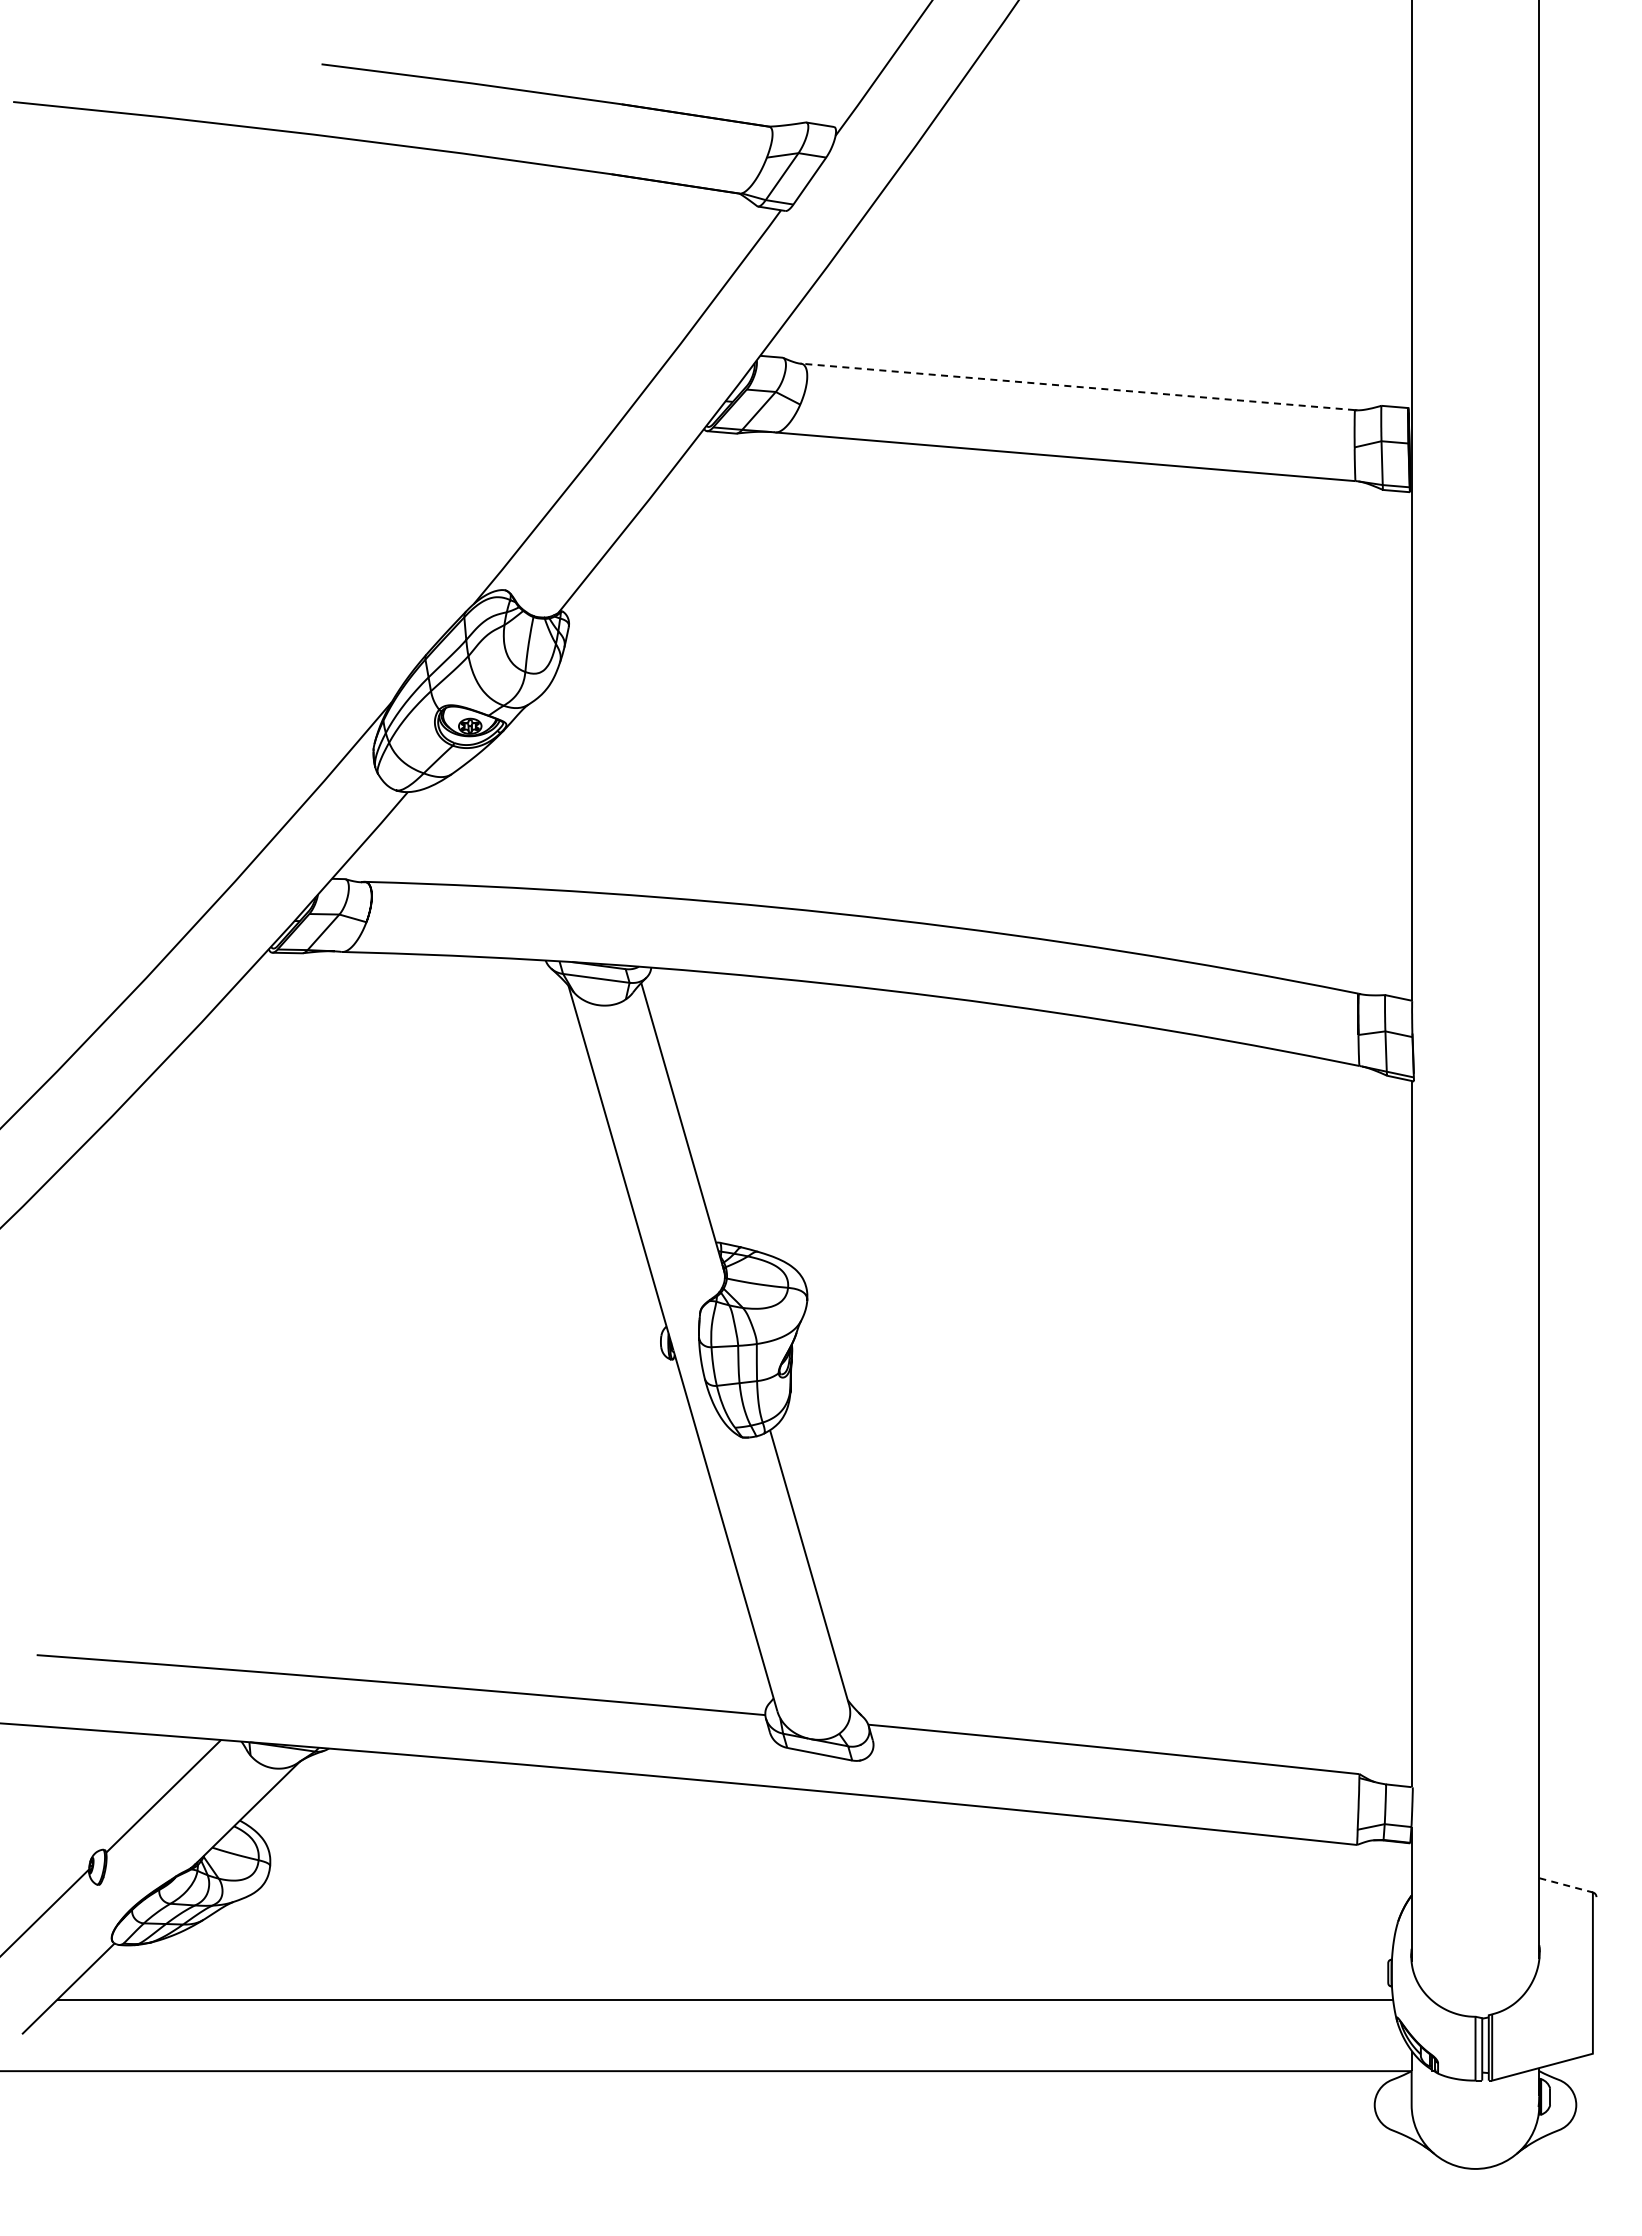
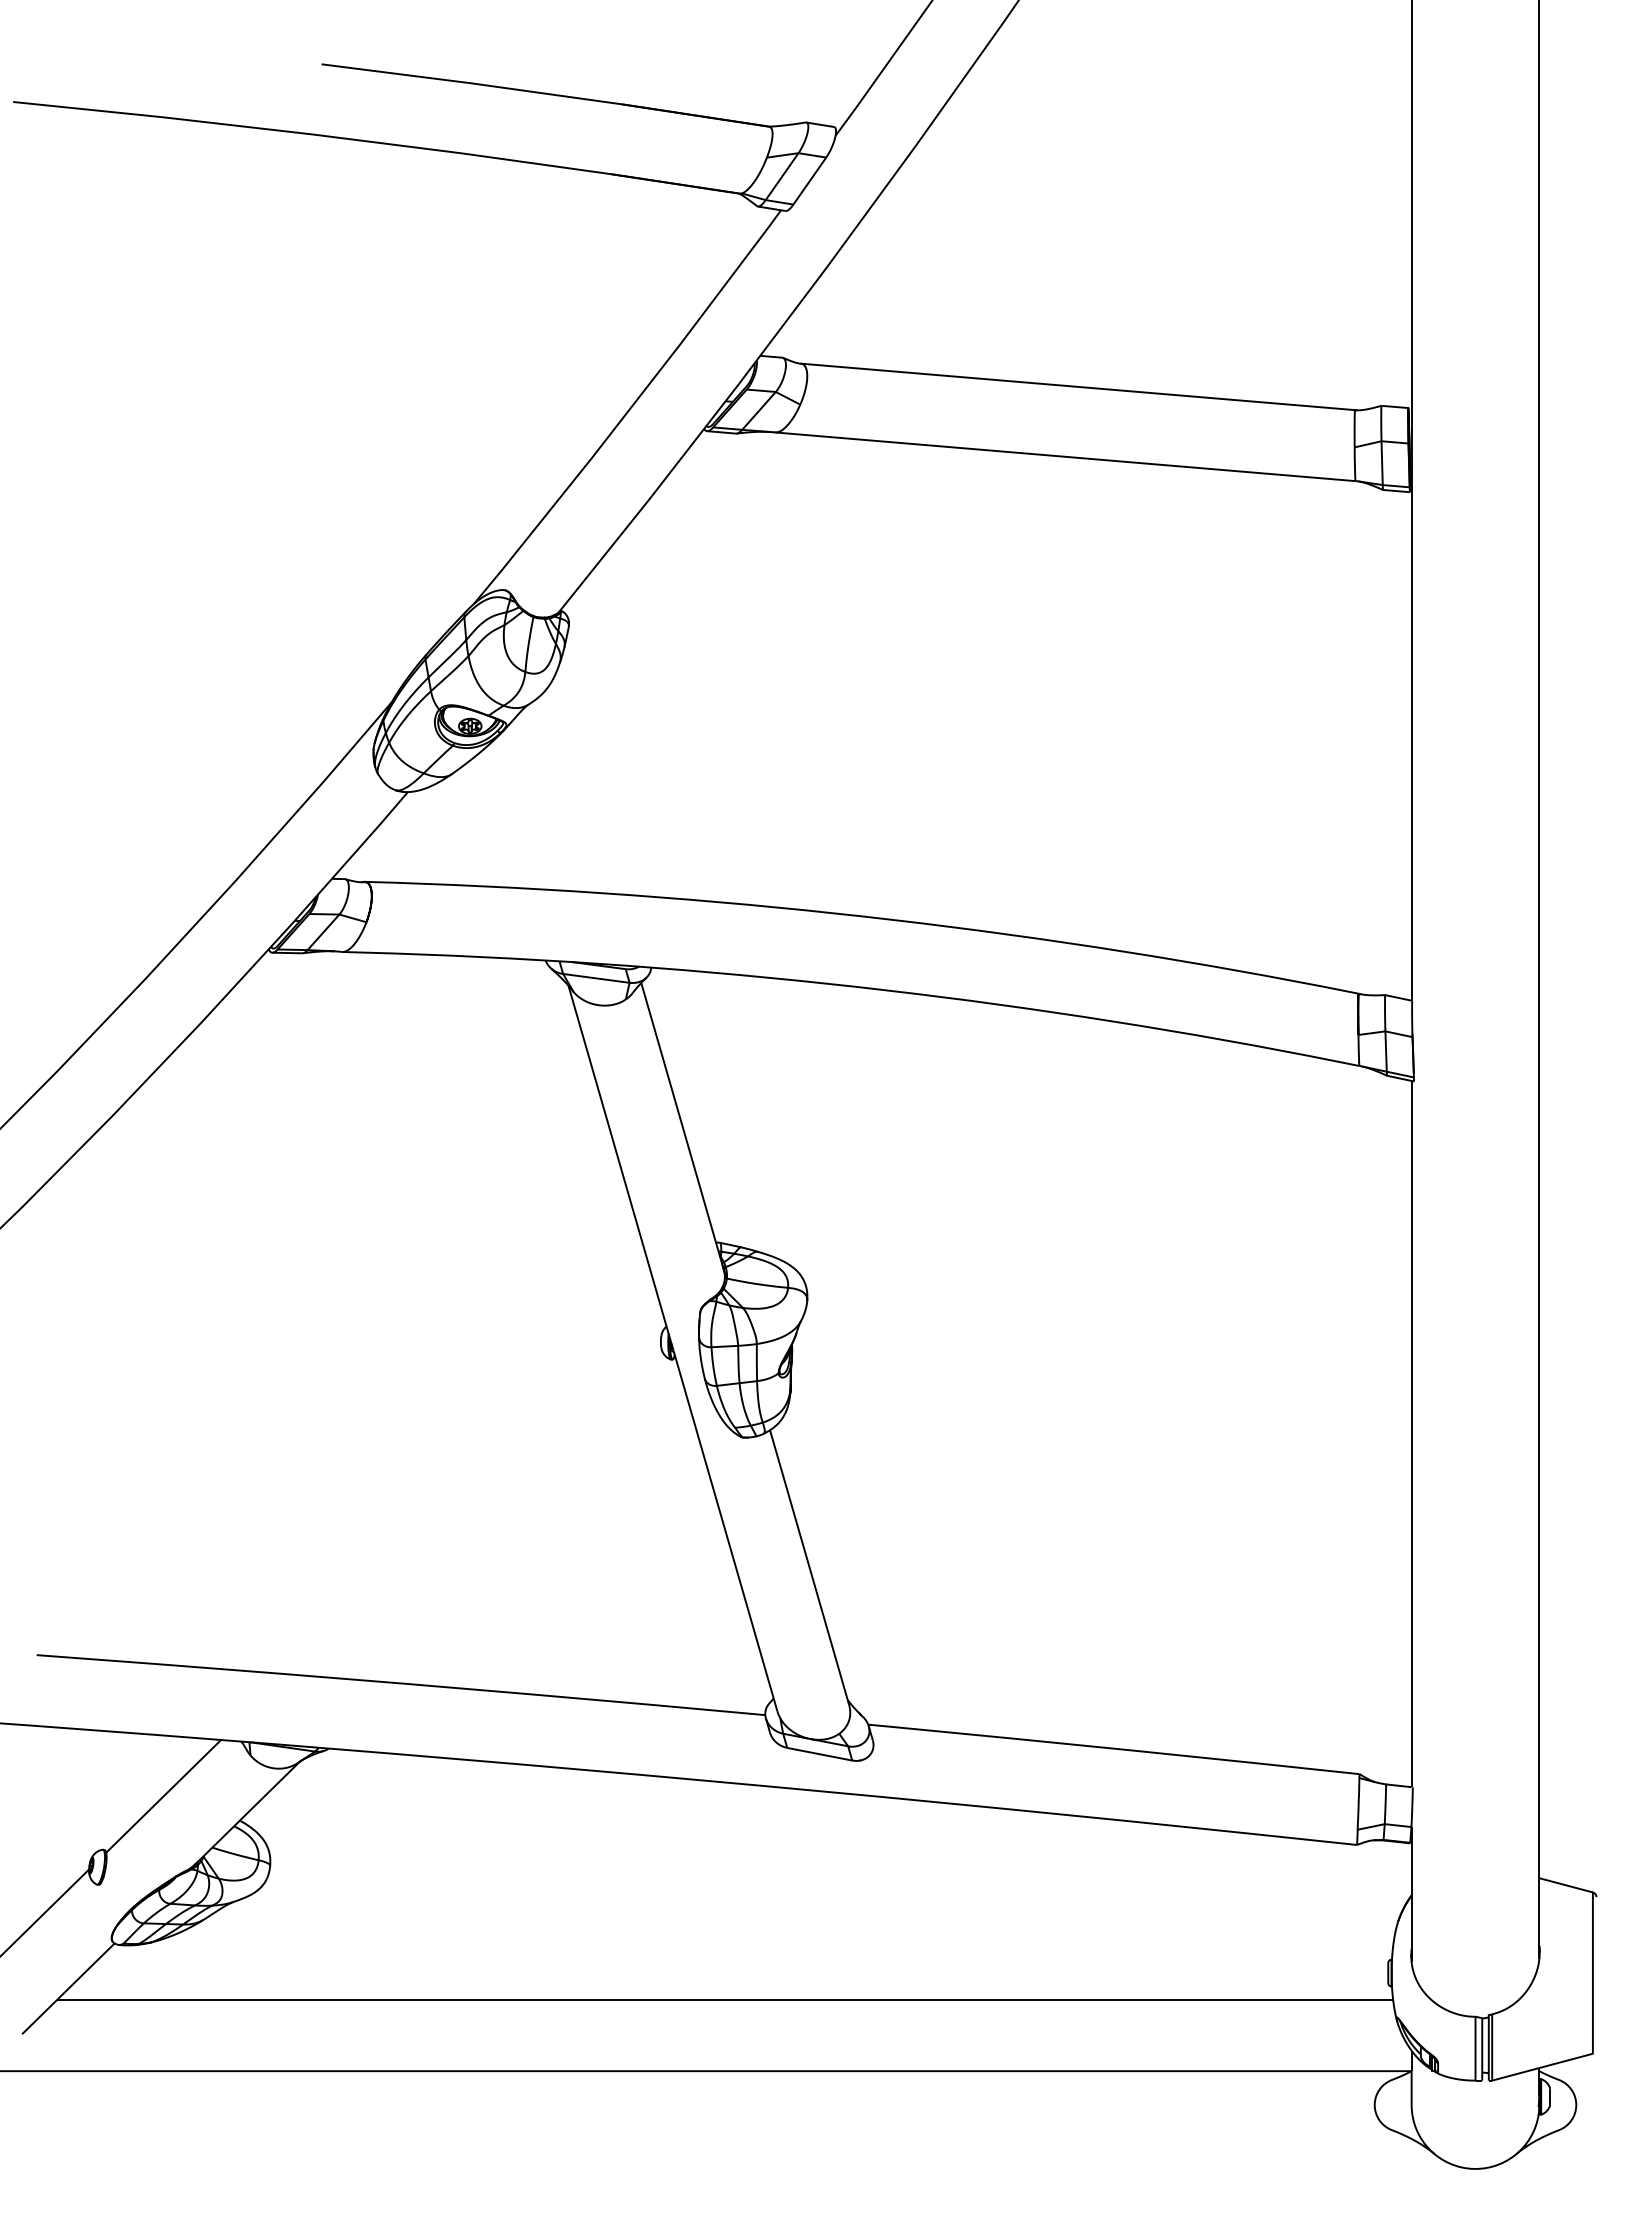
line at (1078, 386): dashed -> solid
line at (1566, 1885): dashed -> solid
